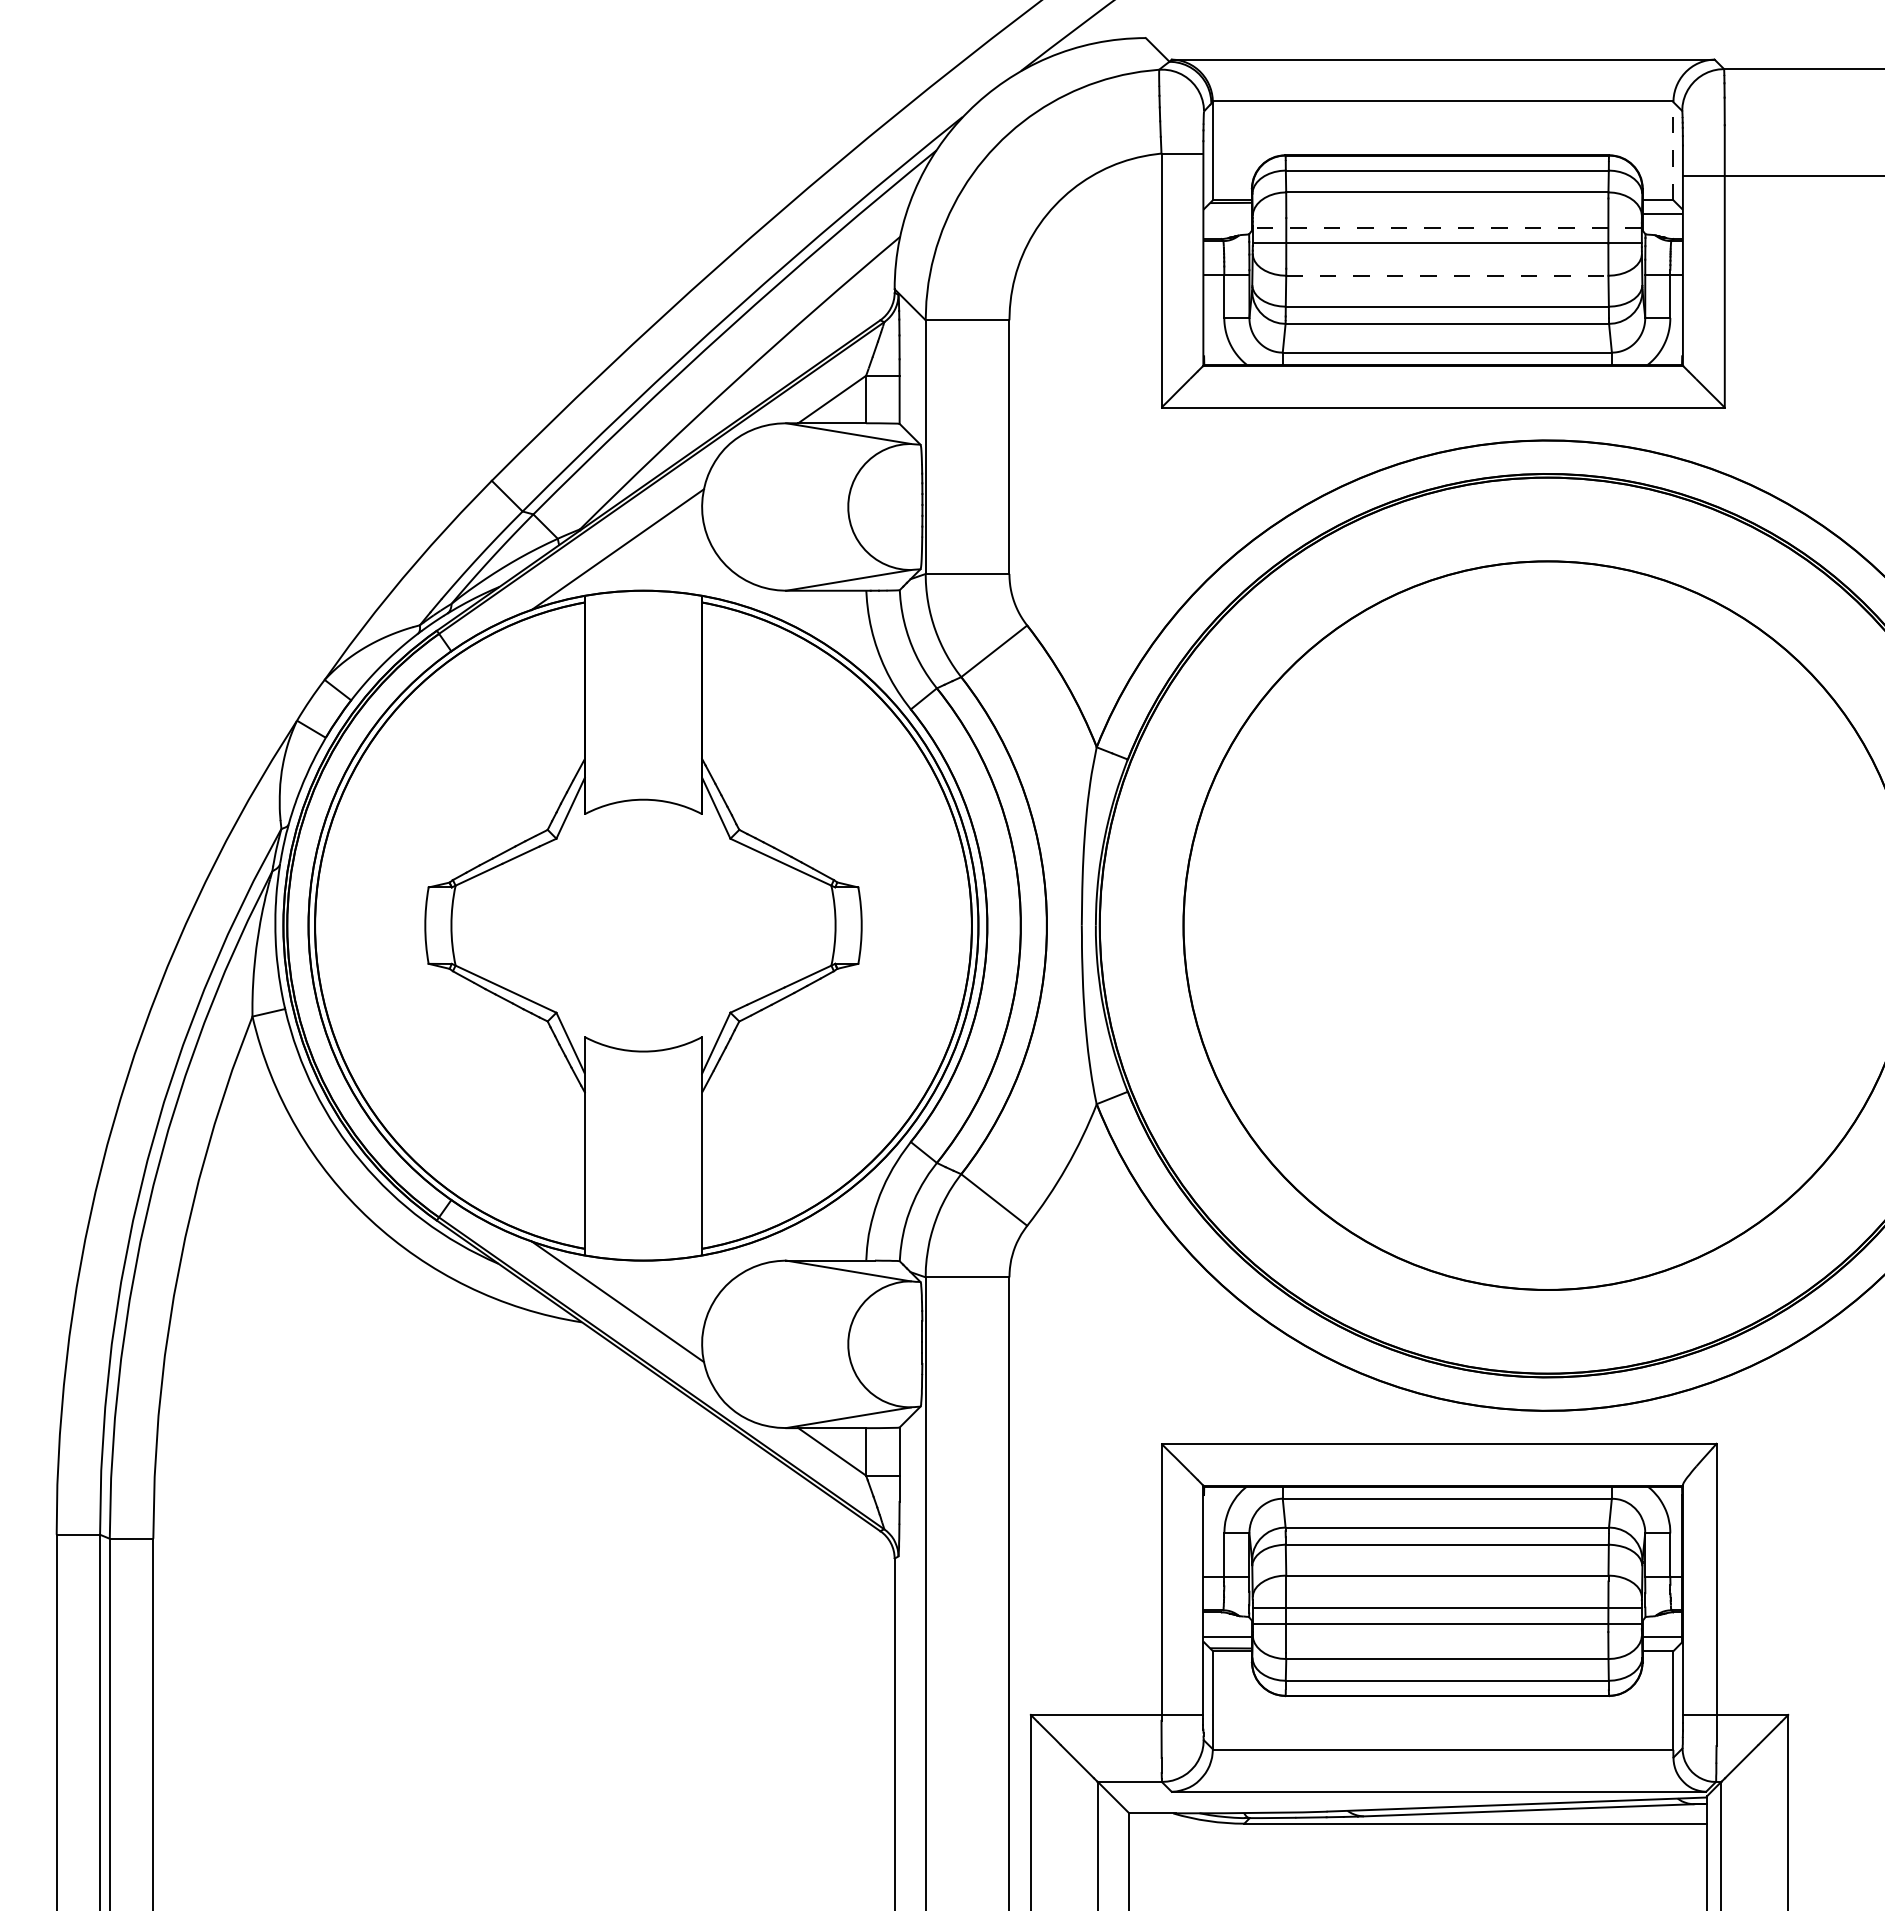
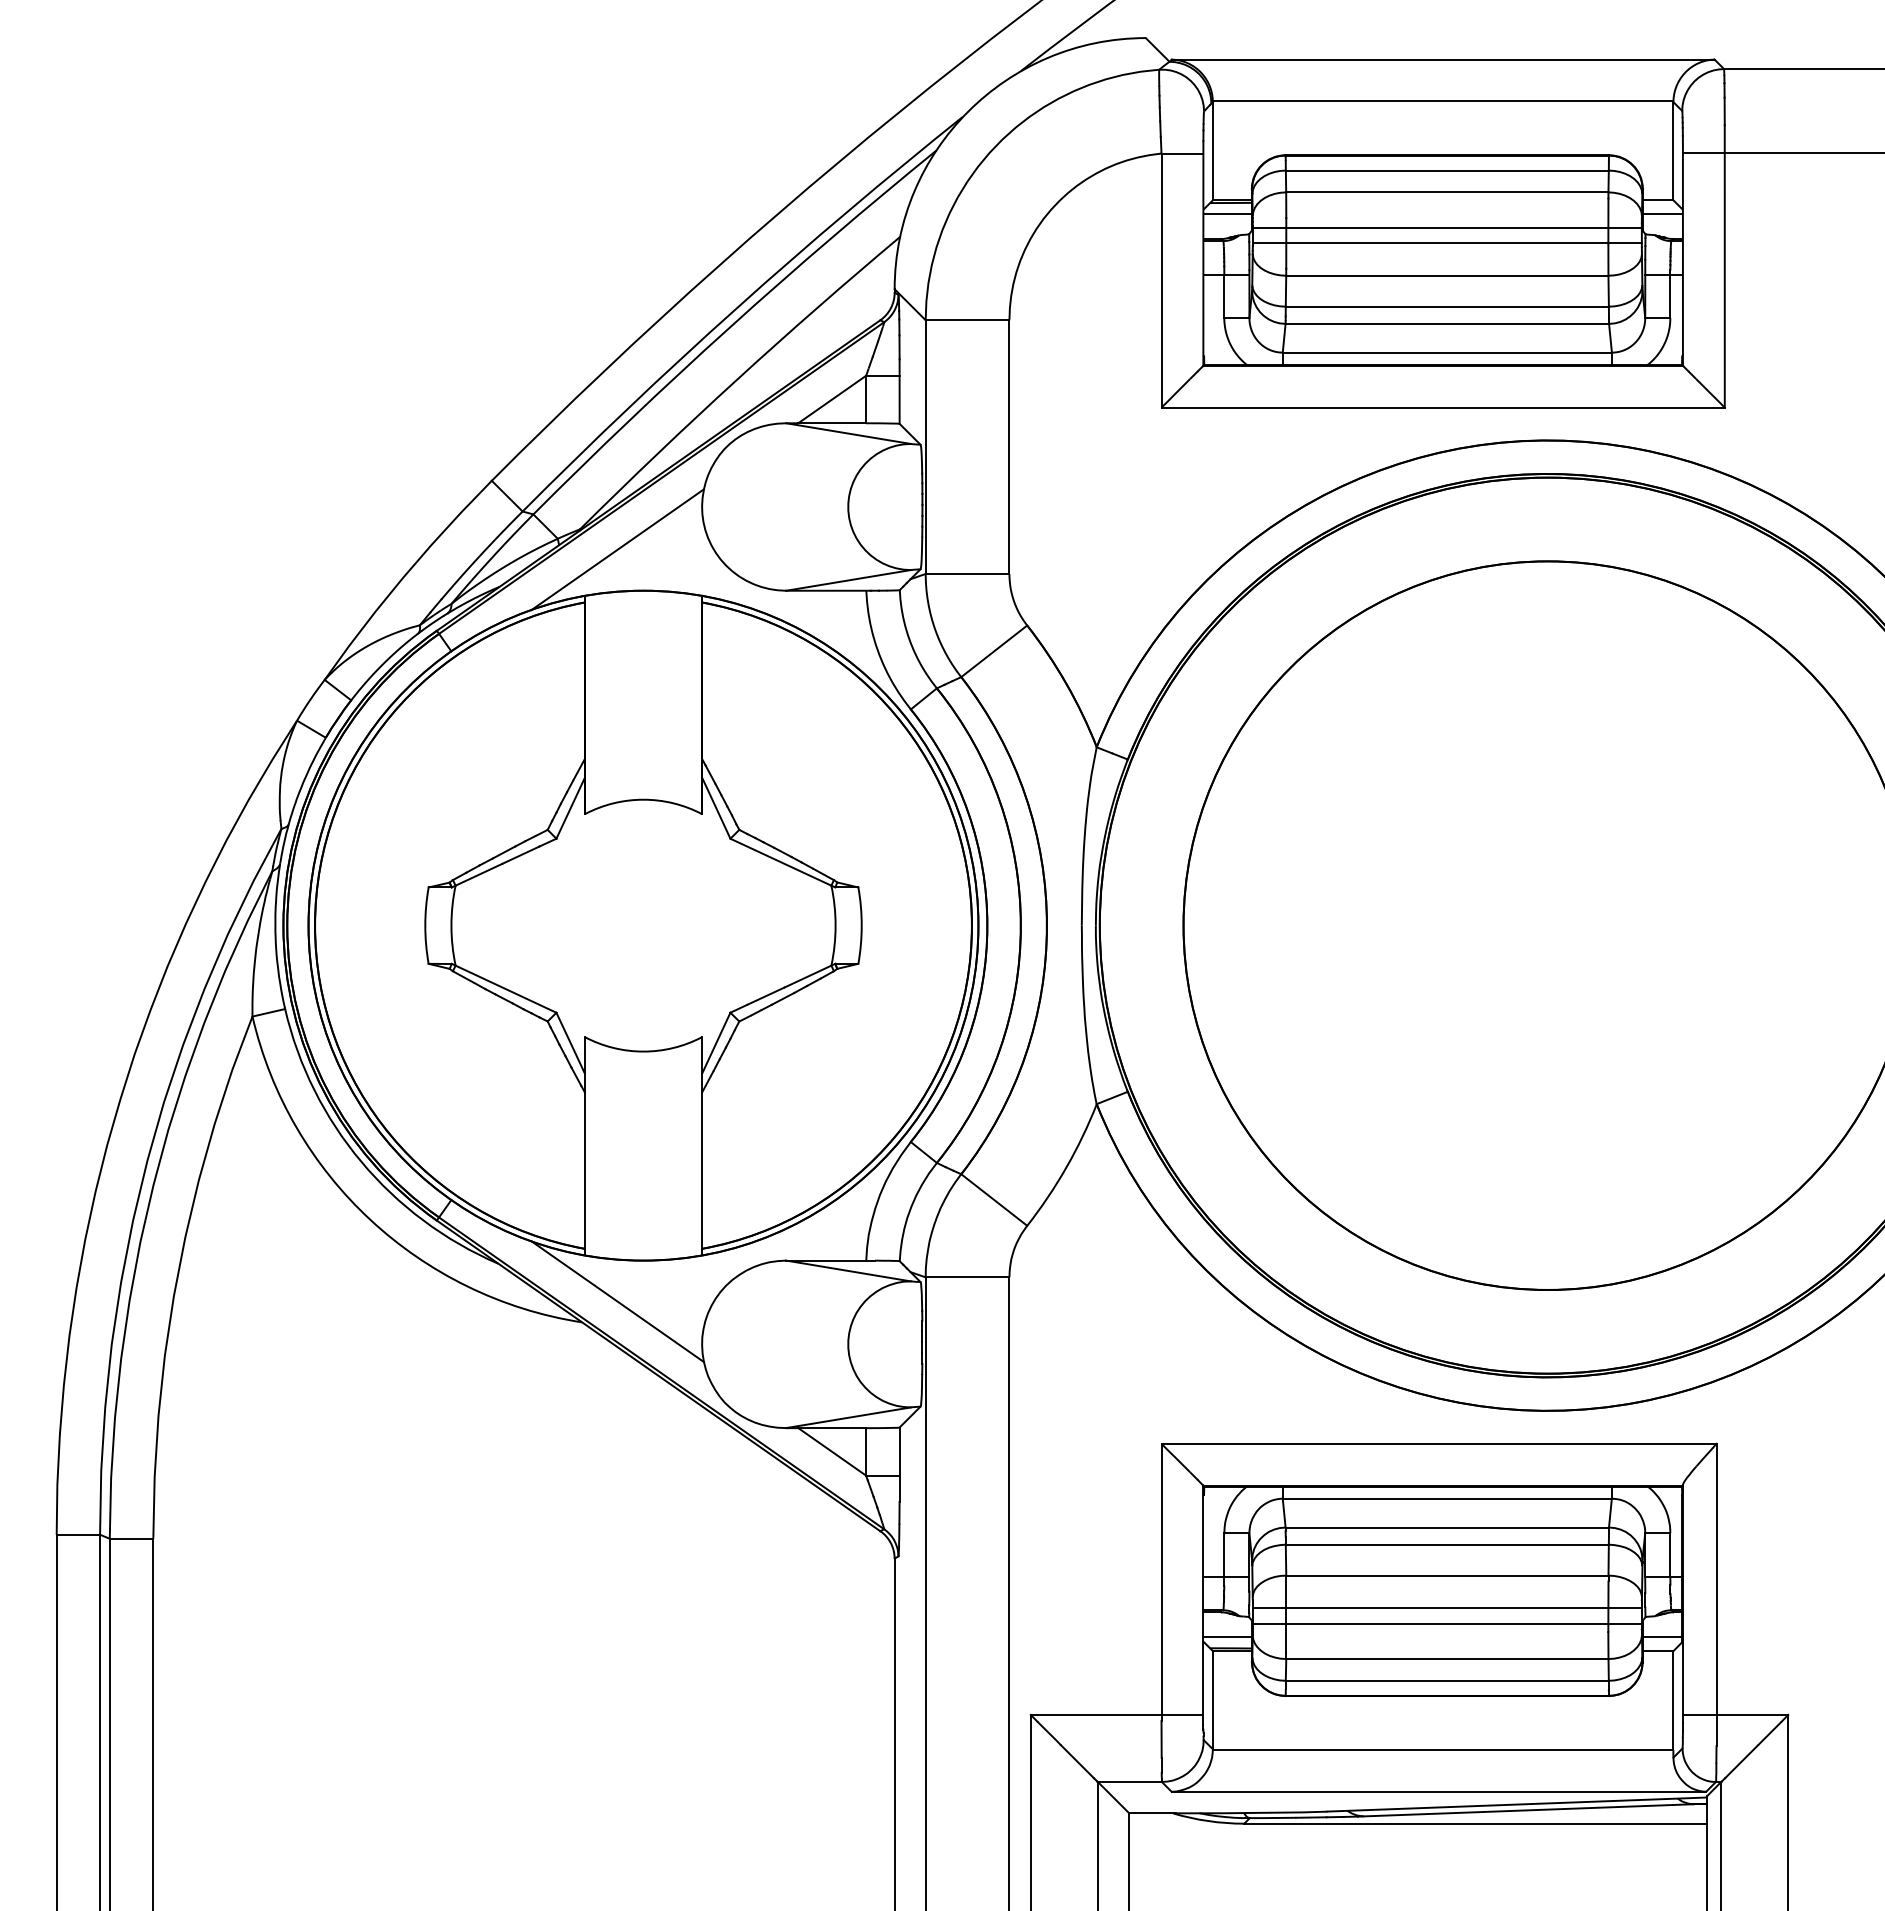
line at (1673, 150): dashed -> solid
line at (1781, 175) position: (1781, 175) -> (1781, 152)
line at (1227, 213): none -> present
line at (1447, 227): dashed -> solid
line at (1447, 275): dashed -> solid
